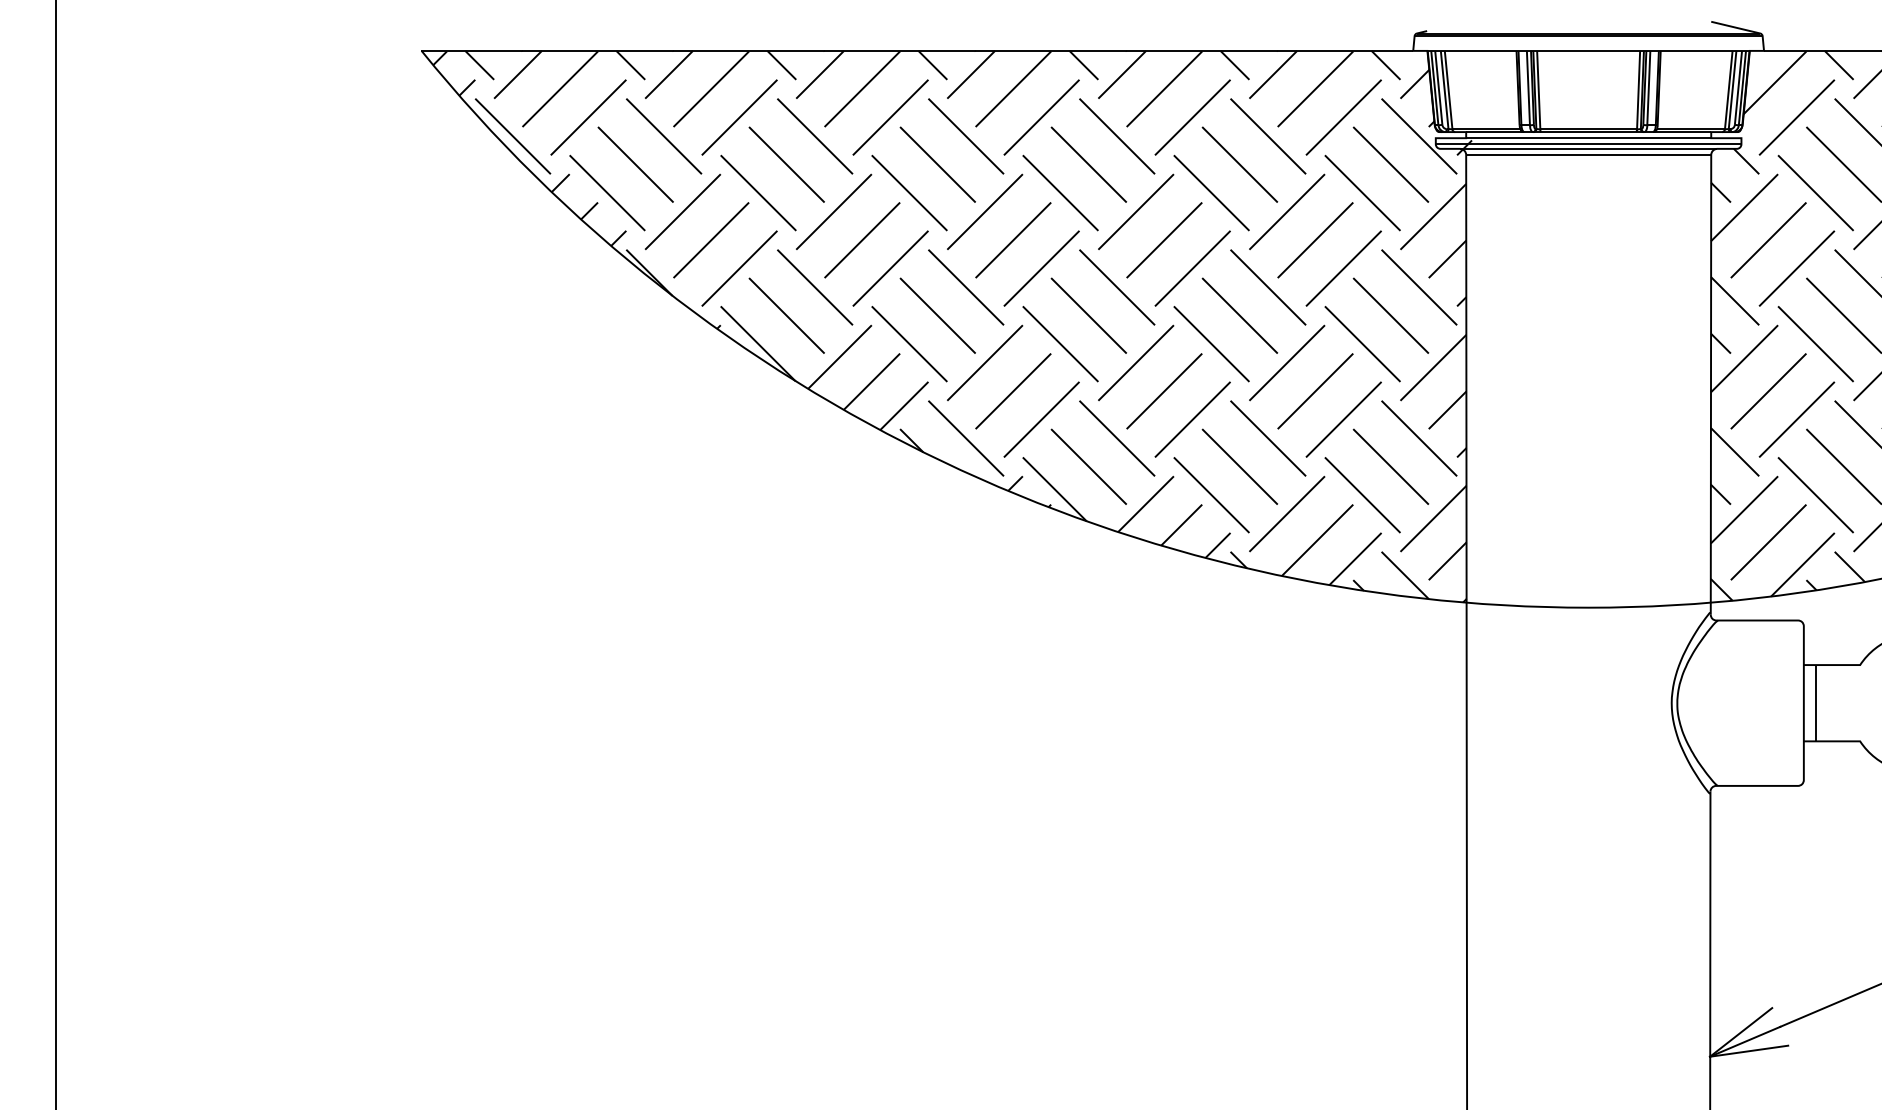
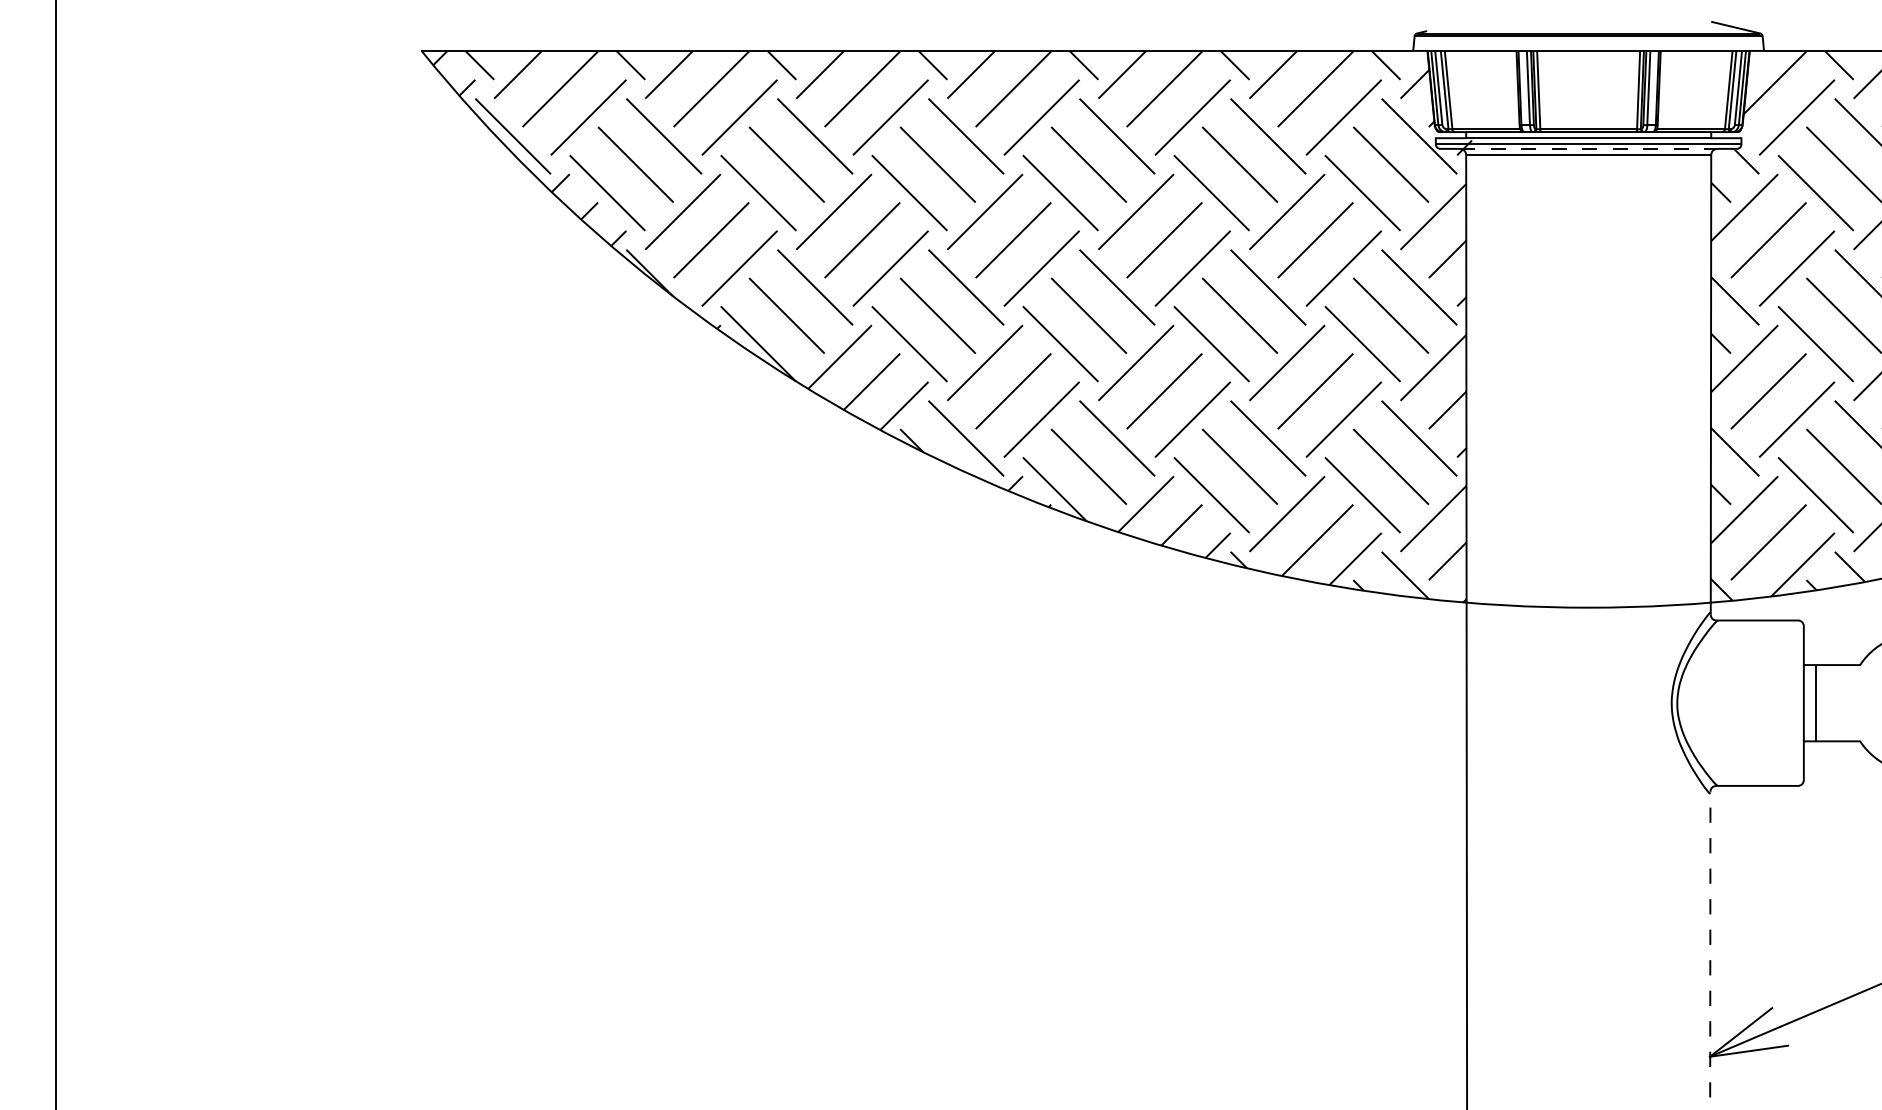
line at (1588, 148): solid -> dashed
line at (1710, 950): solid -> dashed
